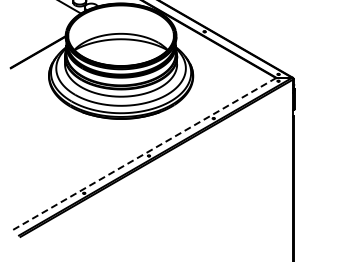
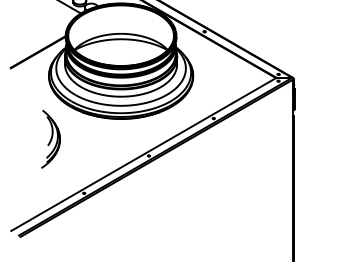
part at (50, 138): none -> present
line at (143, 154): dashed -> solid
